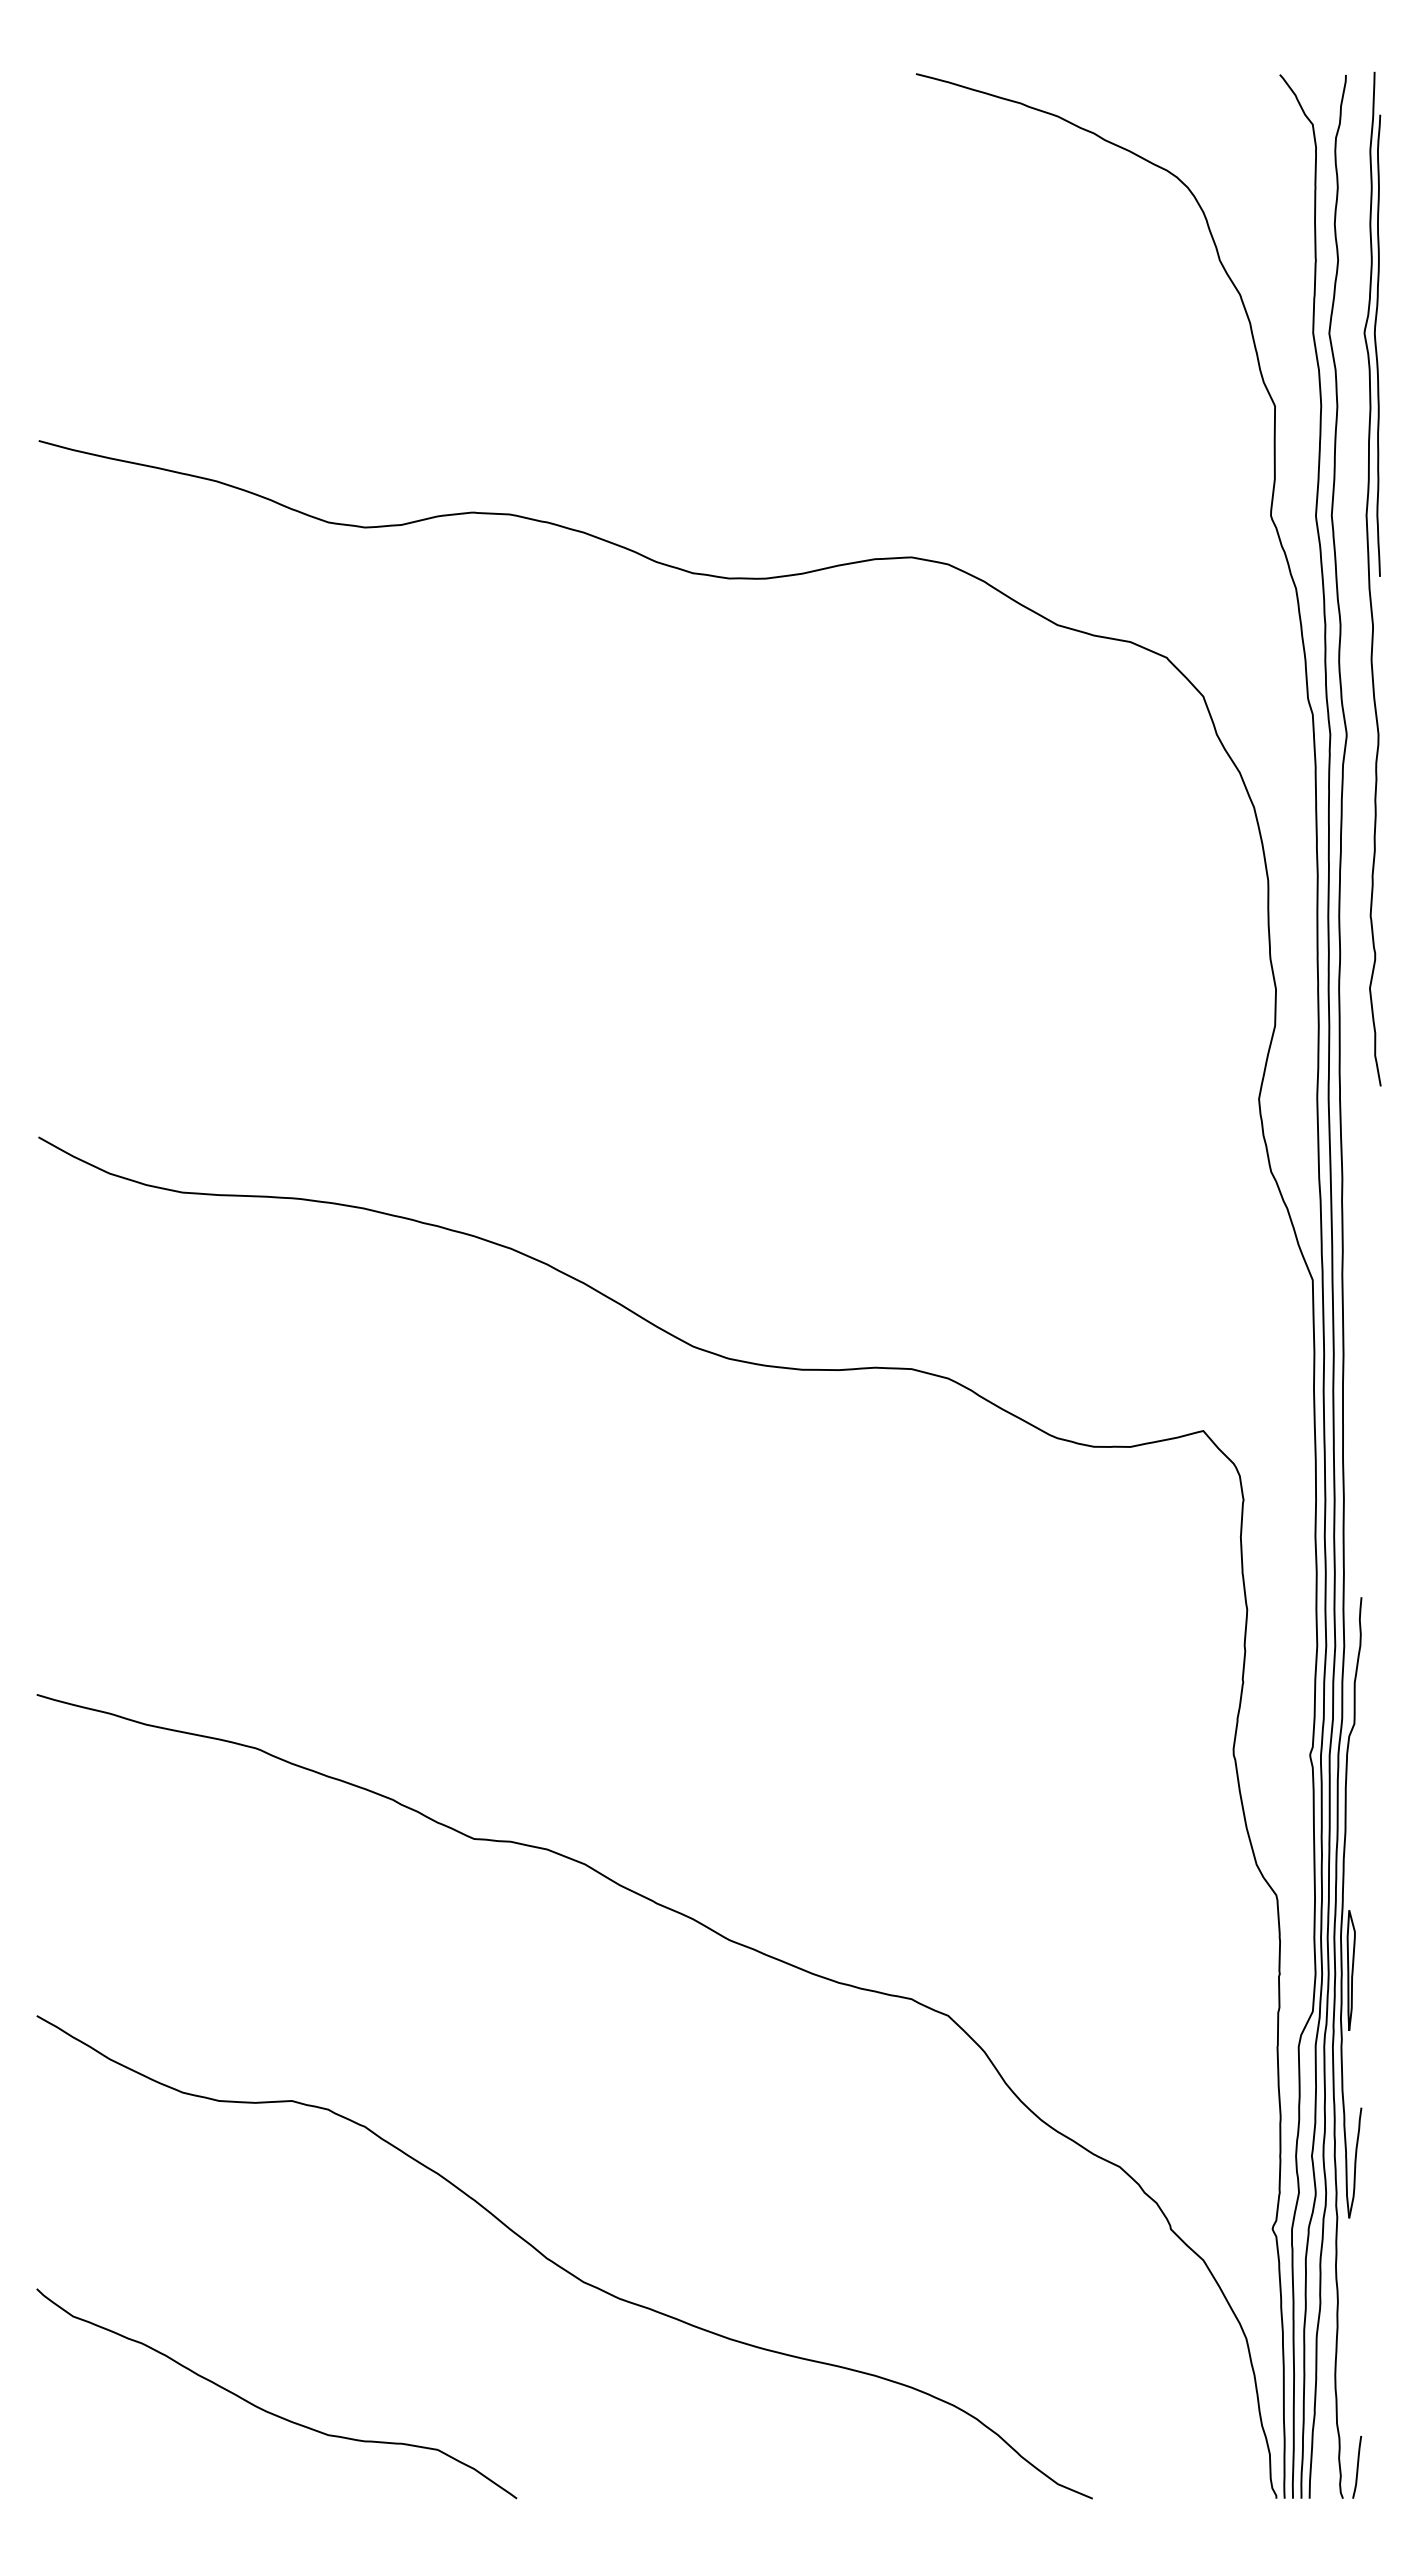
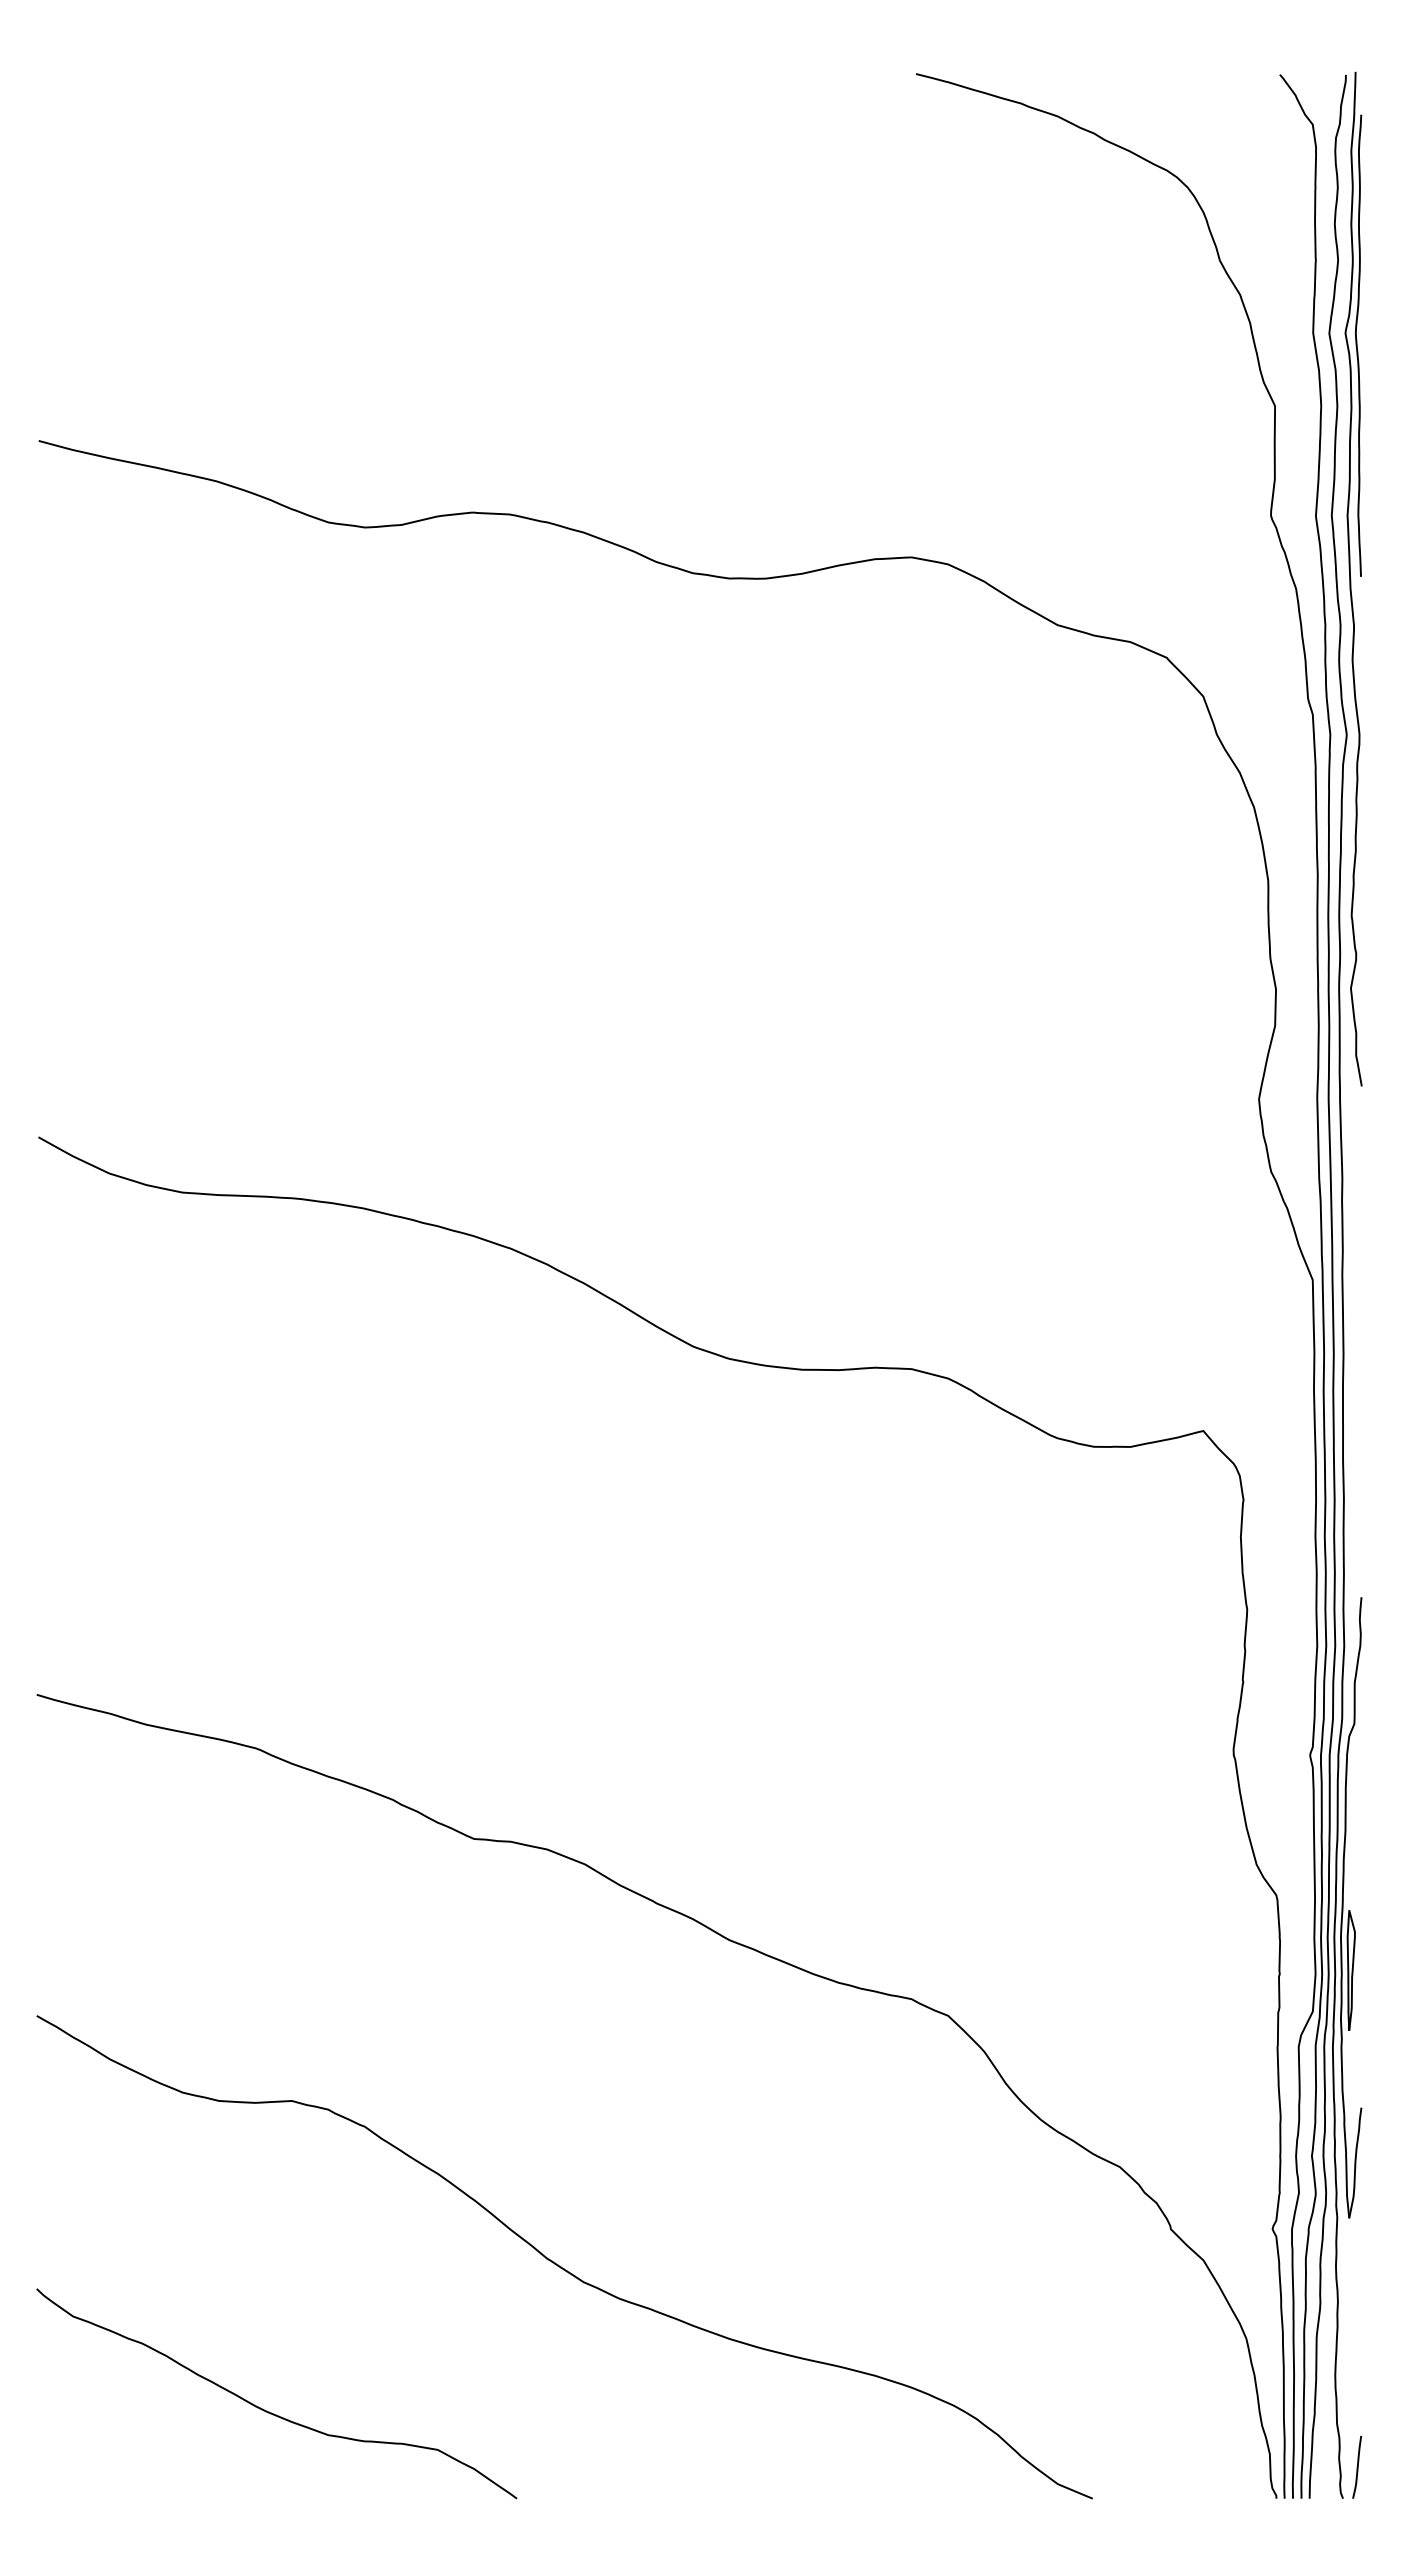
part at (1372, 578) position: (1372, 578) -> (1353, 578)
